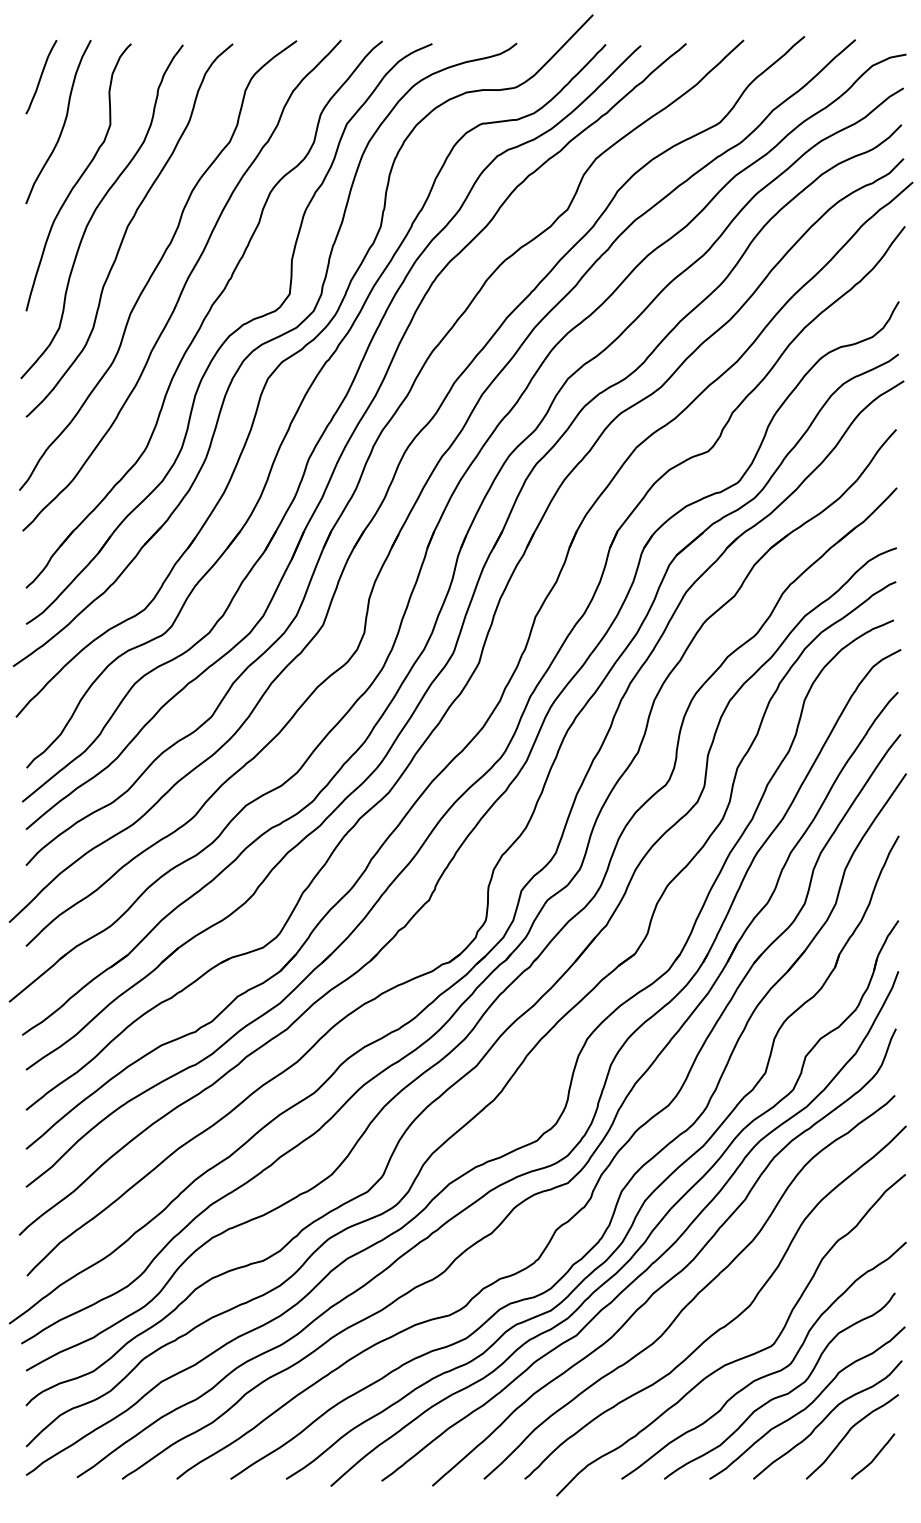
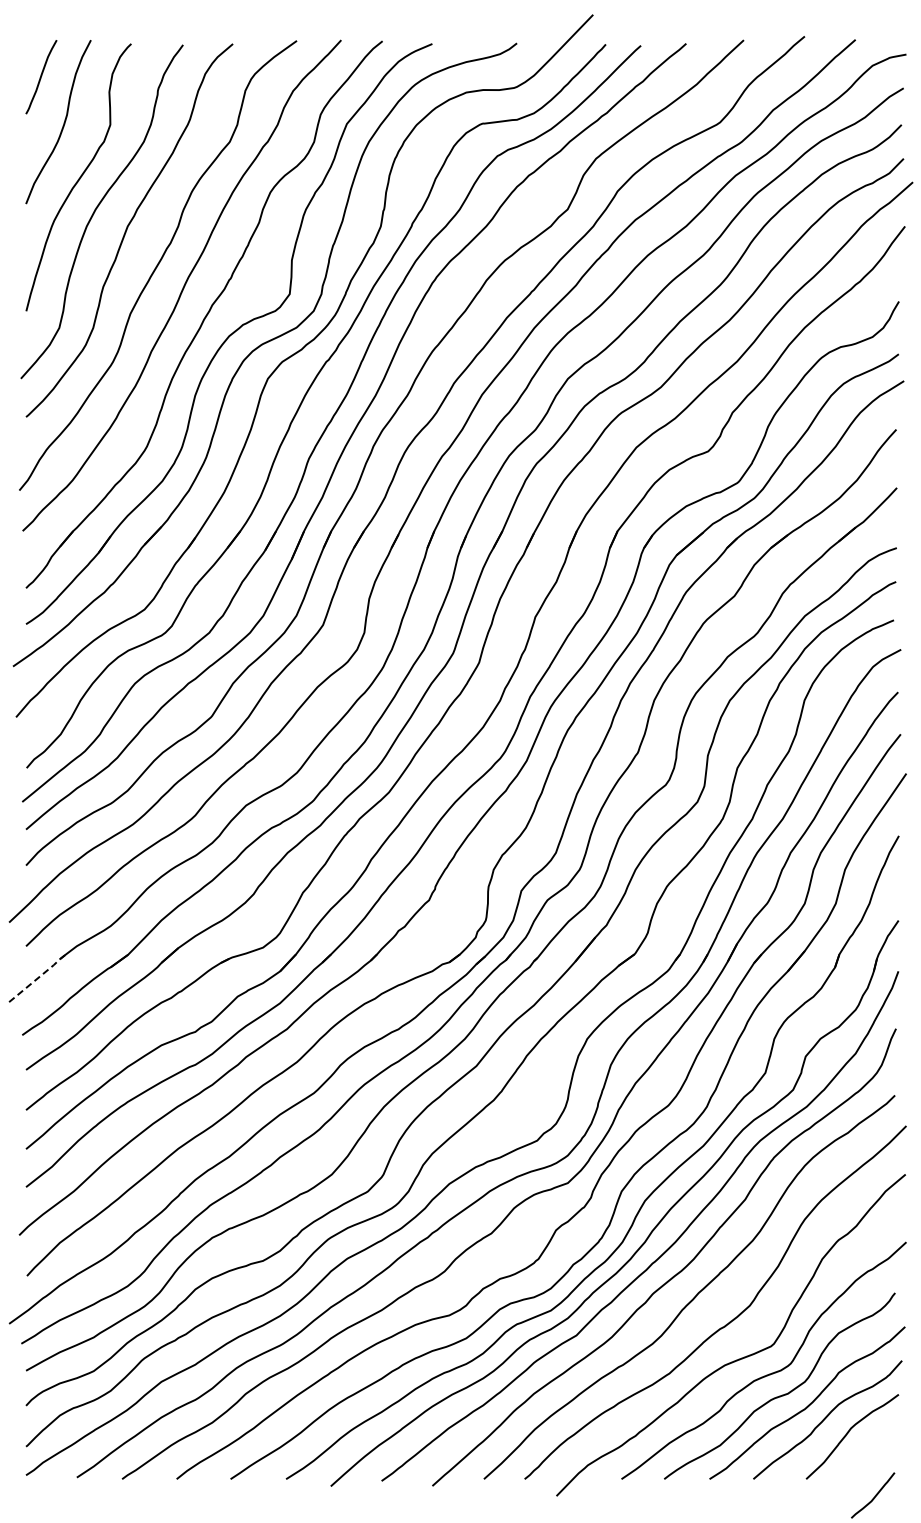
line at (39, 977): solid -> dashed
curve at (874, 1457) position: (874, 1457) -> (874, 1496)
